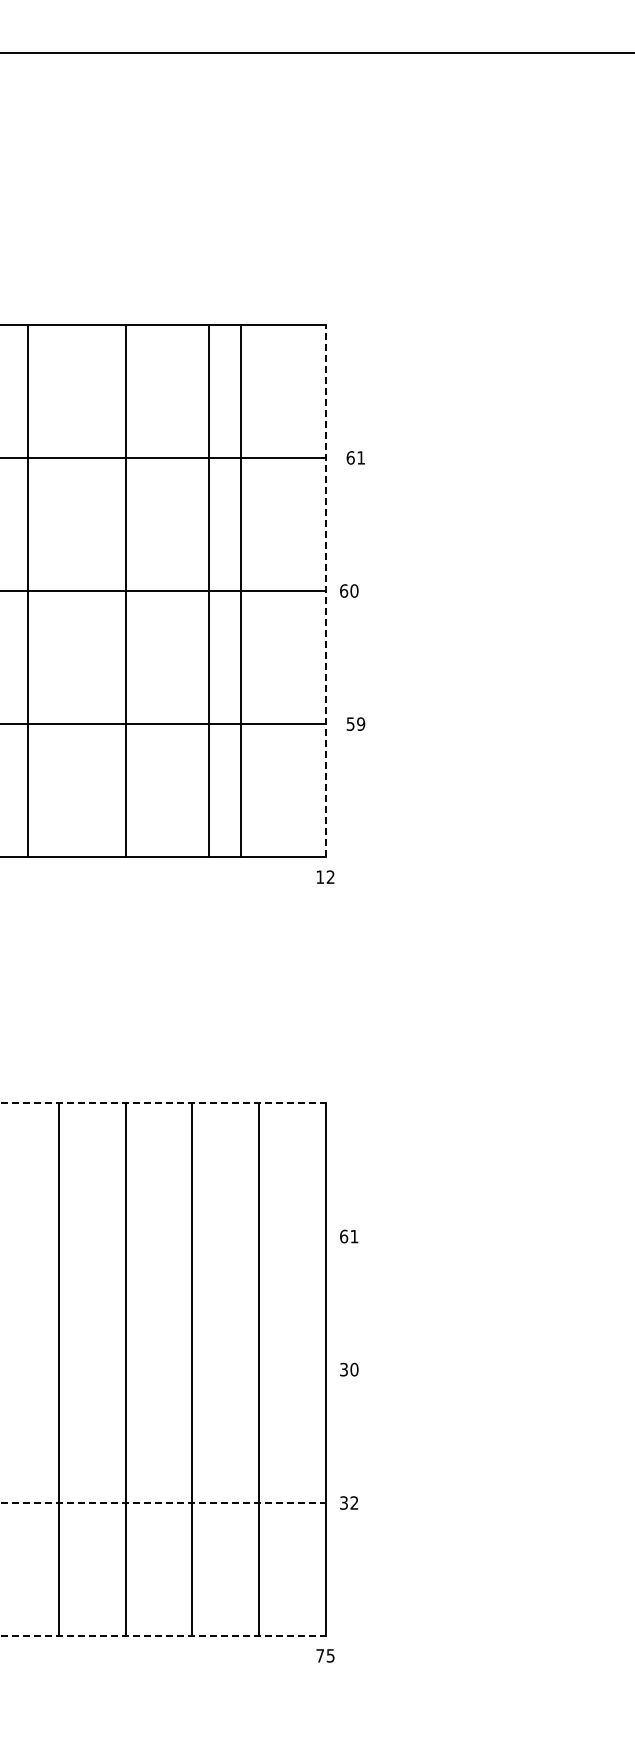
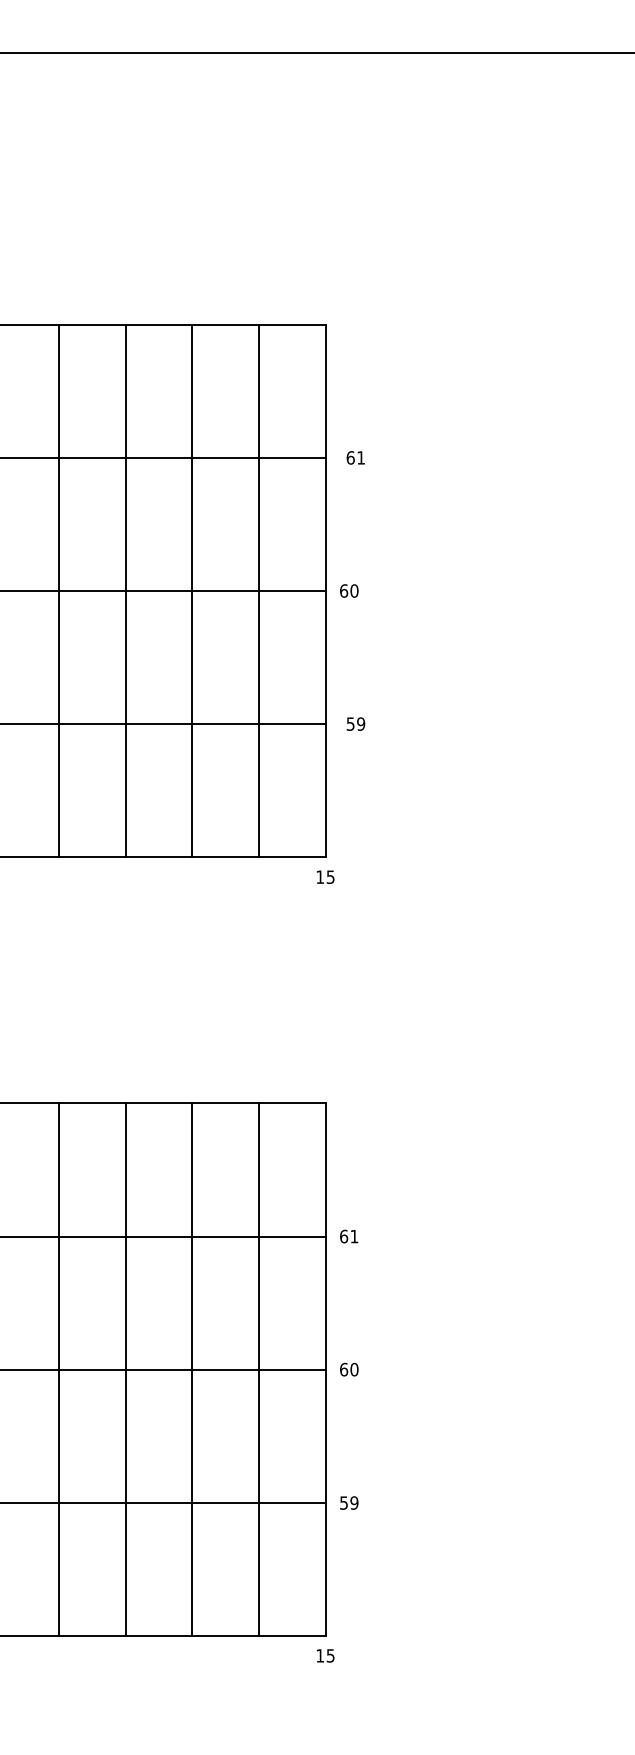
line at (28, 590) position: (28, 590) -> (59, 590)
line at (209, 590) position: (209, 590) -> (192, 590)
line at (240, 590) position: (240, 590) -> (258, 590)
line at (325, 590): dashed -> solid
text at (330, 877): 12 -> 15
line at (163, 1103): dashed -> solid
line at (163, 1236): none -> present
line at (163, 1369): none -> present
text at (344, 1369): 30 -> 60
line at (163, 1502): dashed -> solid
text at (349, 1502): 32 -> 59
line at (163, 1635): dashed -> solid
text at (320, 1655): 75 -> 15
